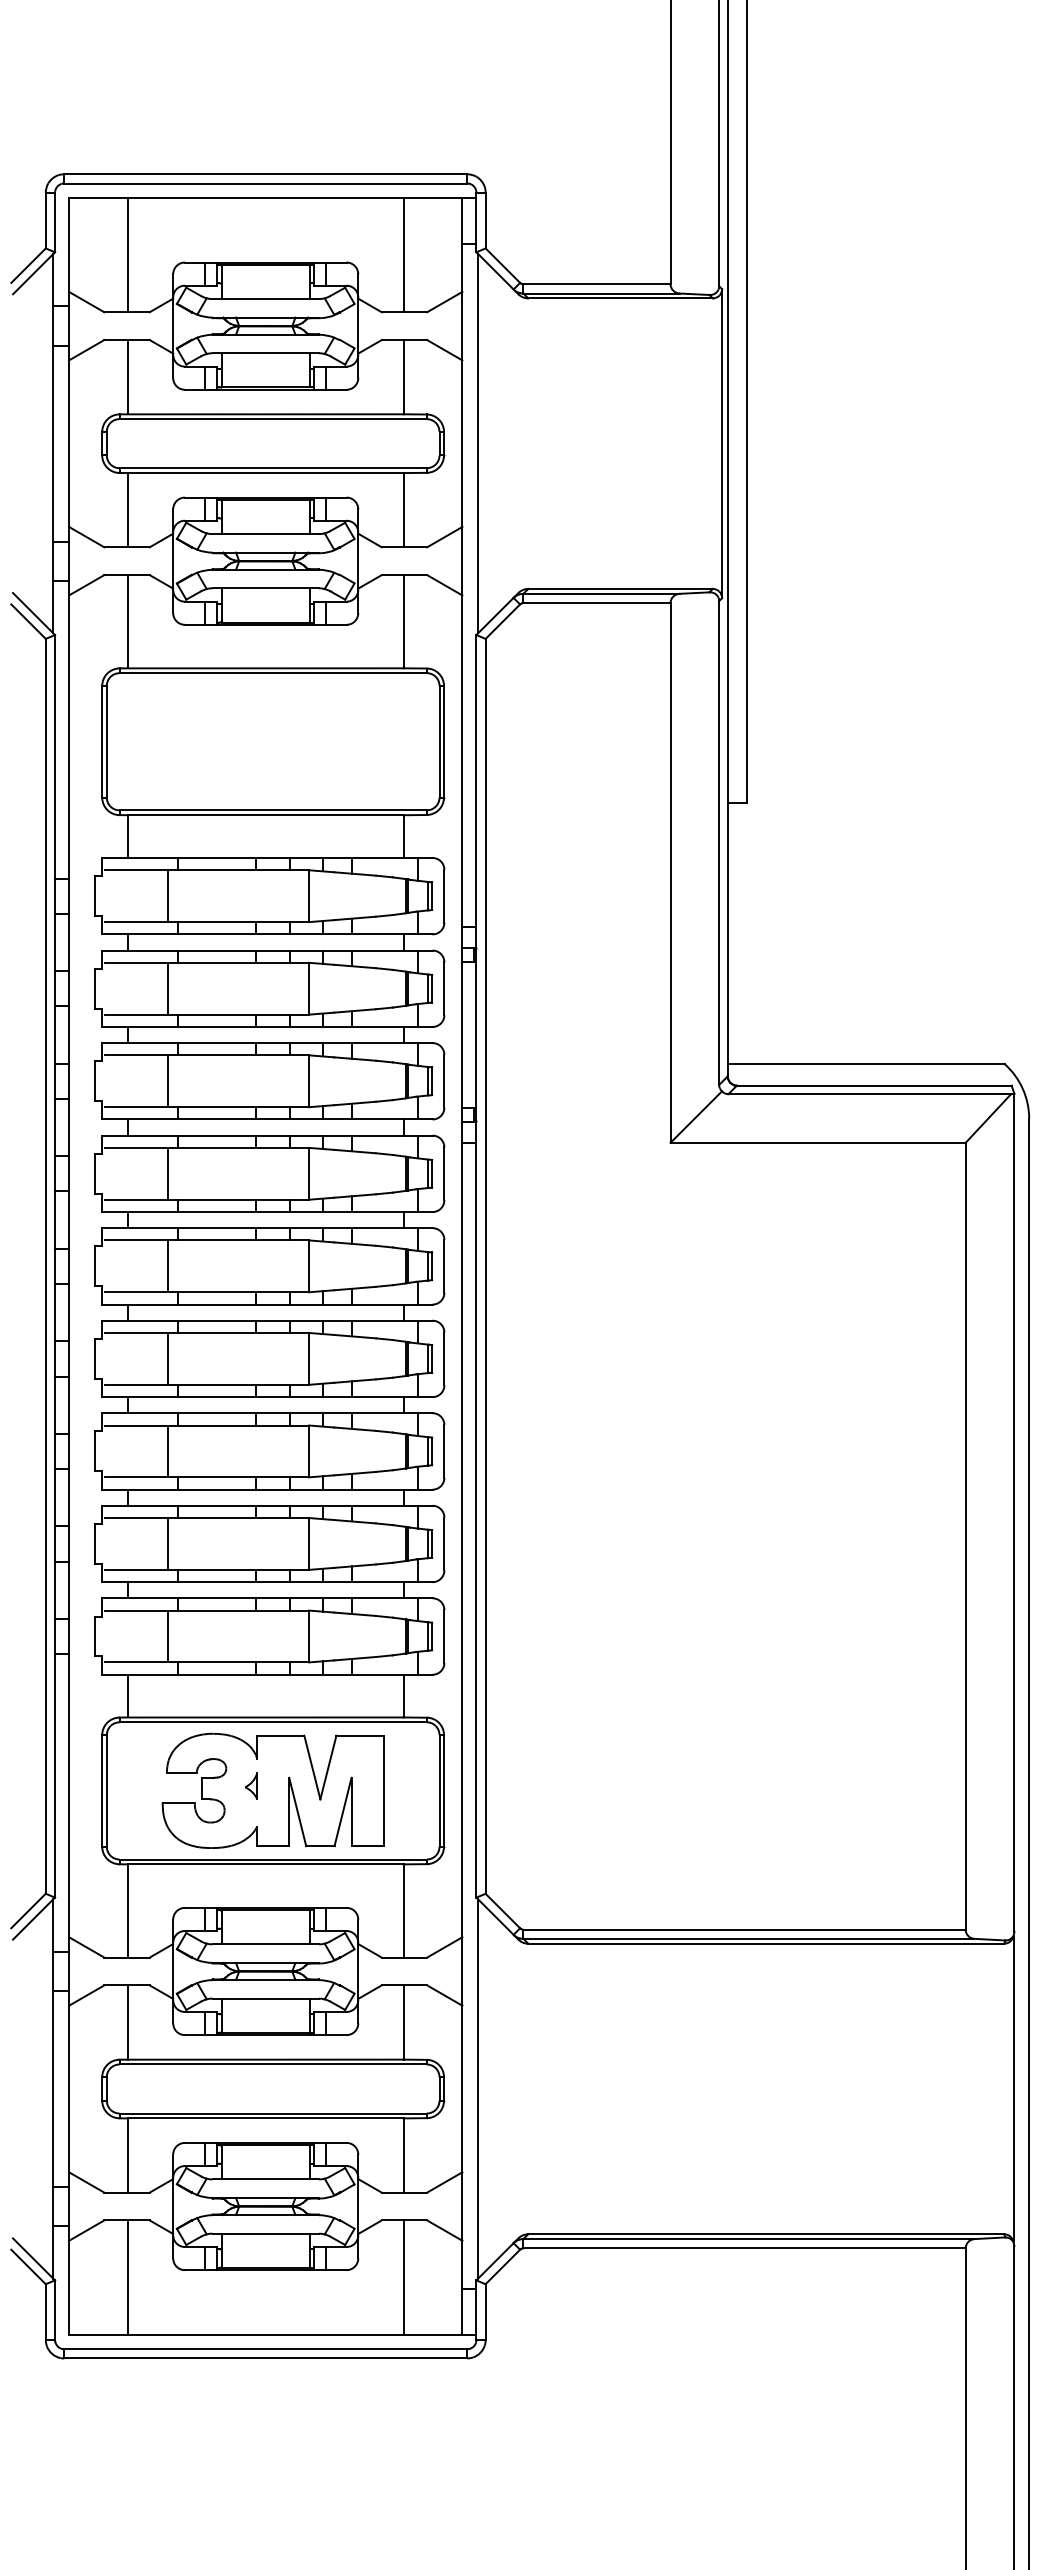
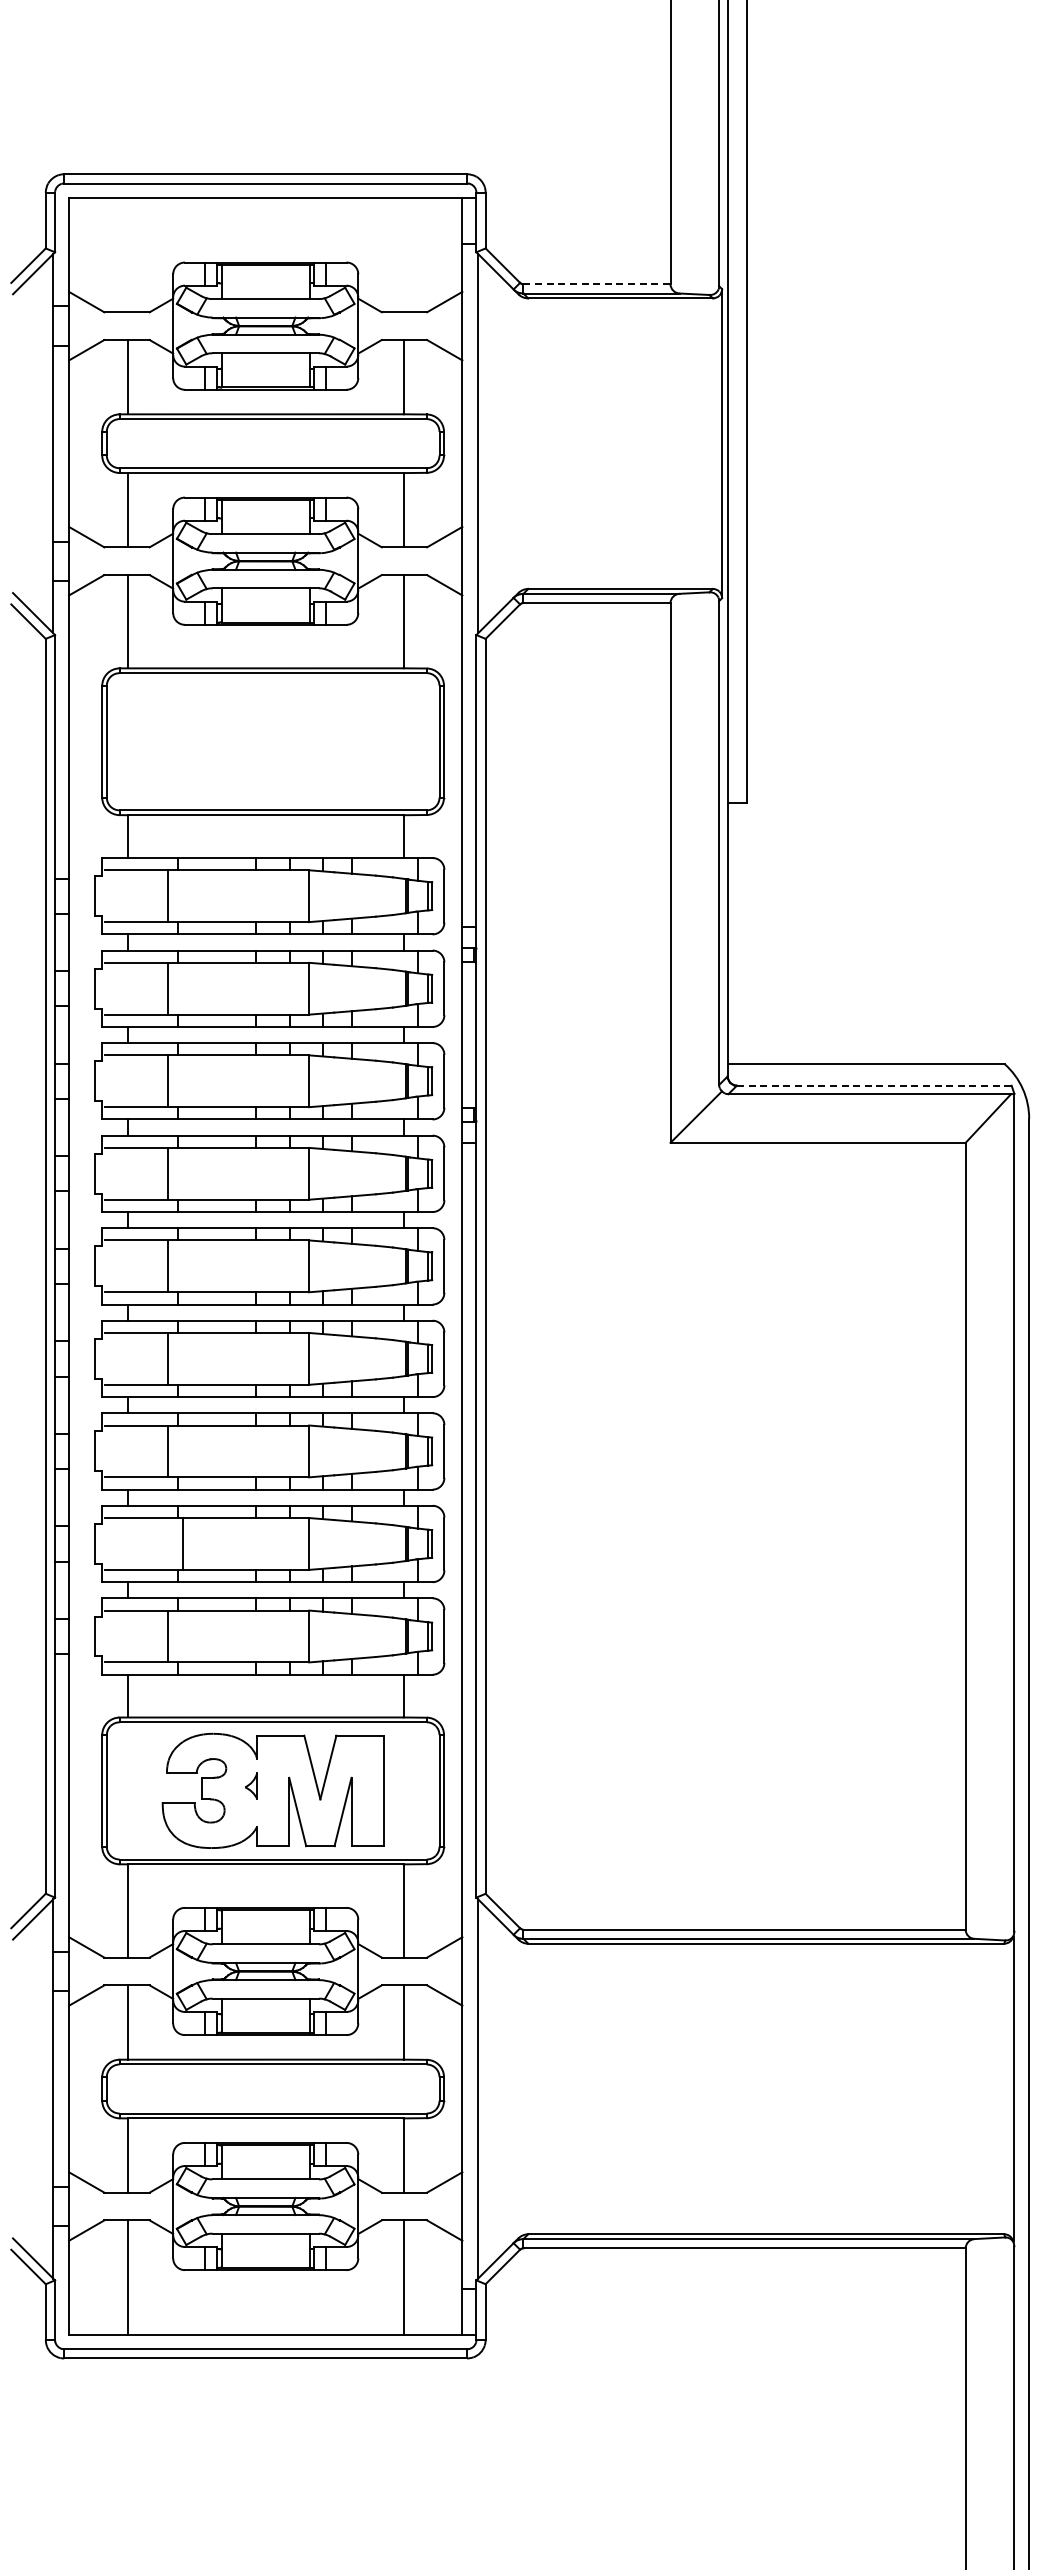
line at (127, 254): present -> none
line at (403, 254): present -> none
line at (596, 284): solid -> dashed
line at (874, 1085): solid -> dashed
line at (168, 1543) position: (168, 1543) -> (183, 1543)
